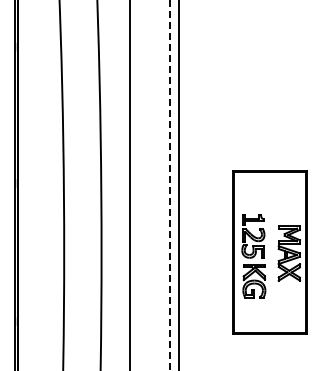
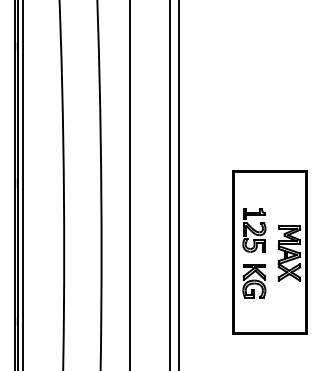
line at (22, 184): none -> present
line at (169, 185): dashed -> solid
part at (253, 236) position: (253, 236) -> (254, 230)
